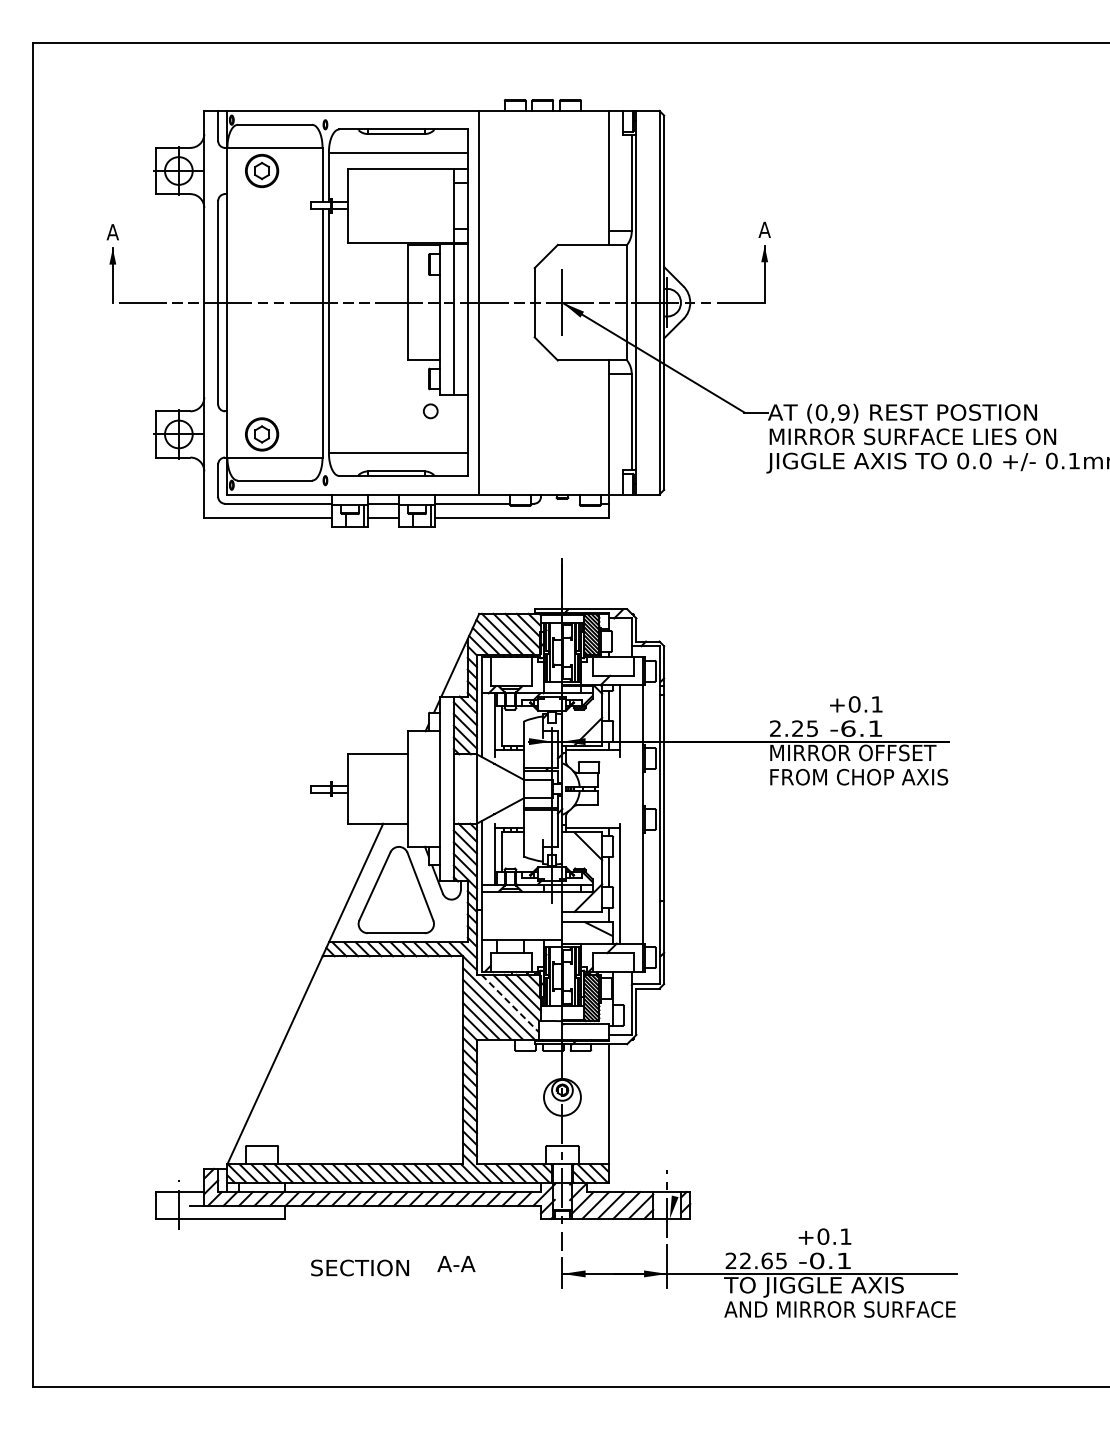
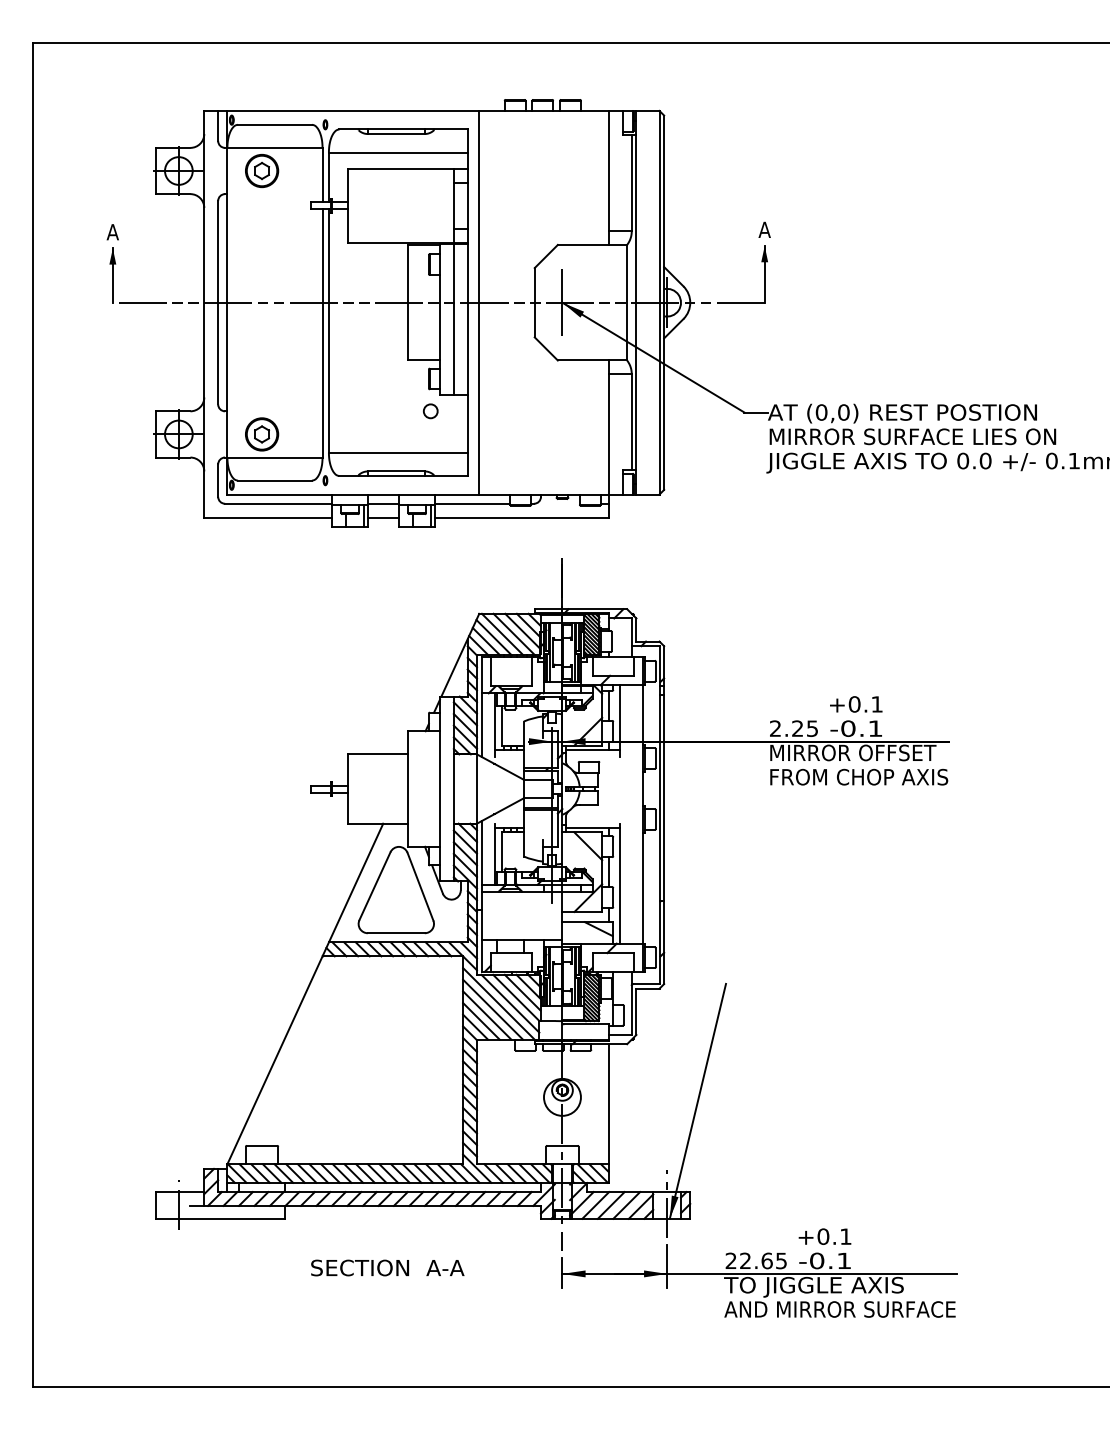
text at (843, 412): (0,9) -> (0,0)
text at (848, 728): -6.1 -> -0.1
line at (510, 1003): dashed -> solid
line at (697, 1100): none -> present
text at (456, 1263) position: (456, 1263) -> (445, 1267)
